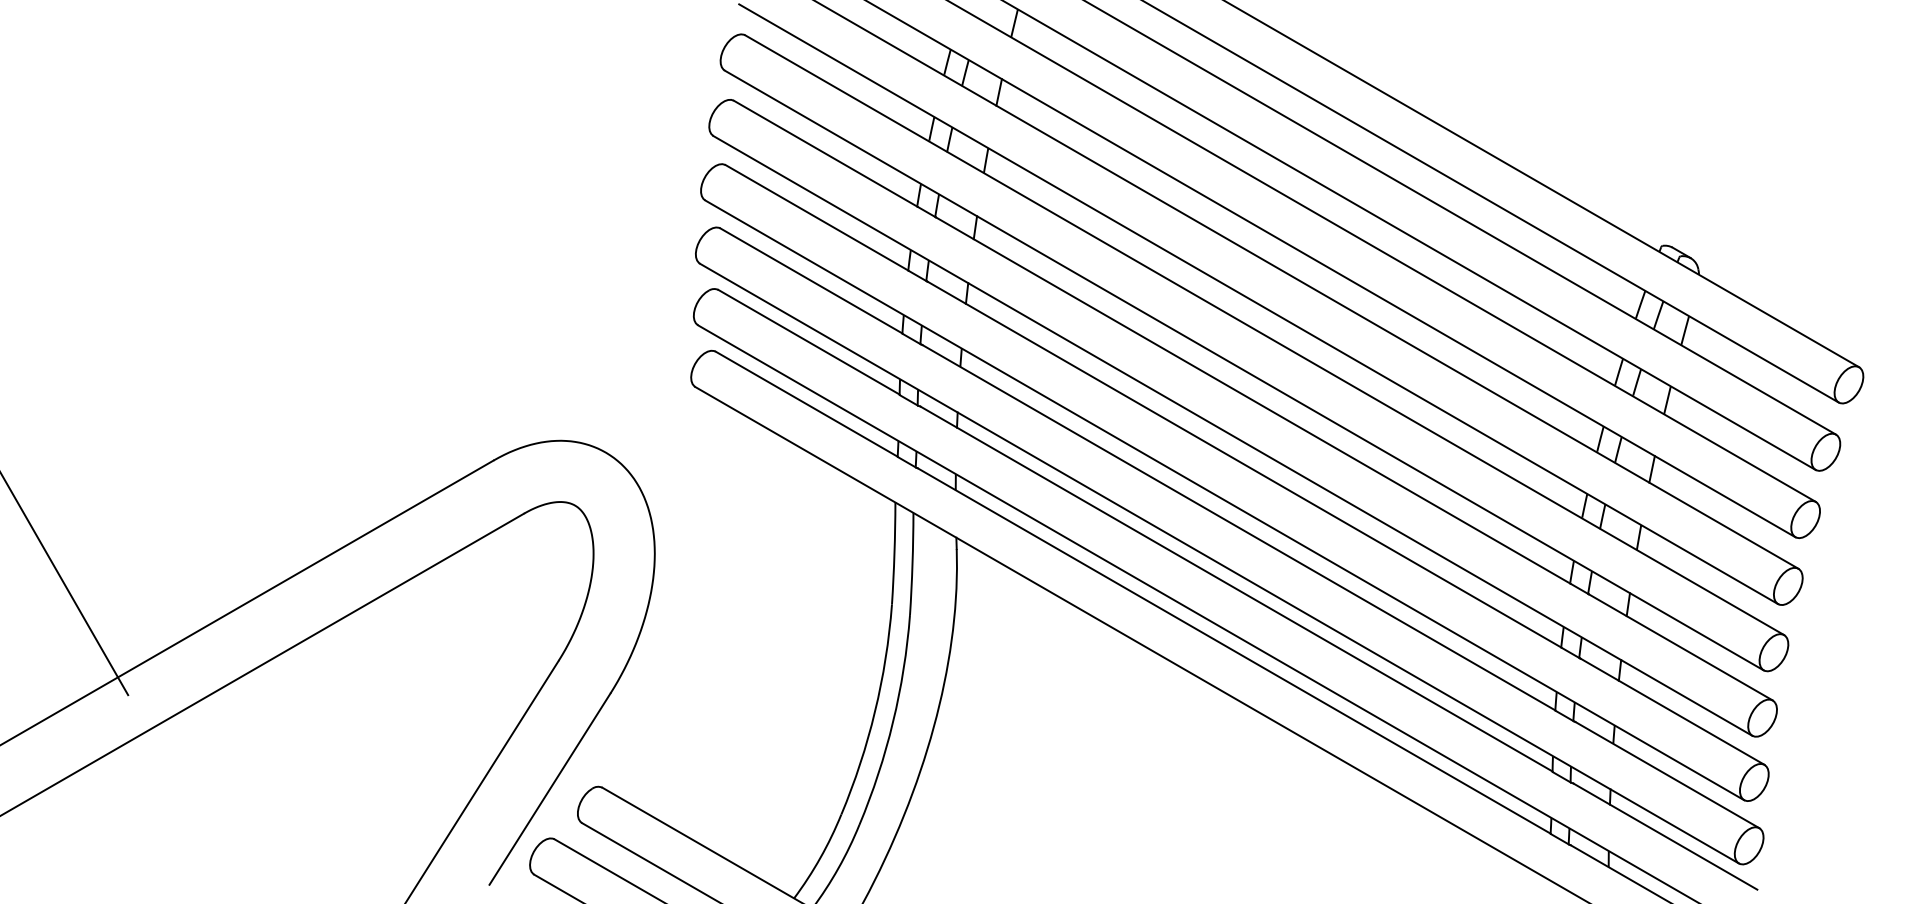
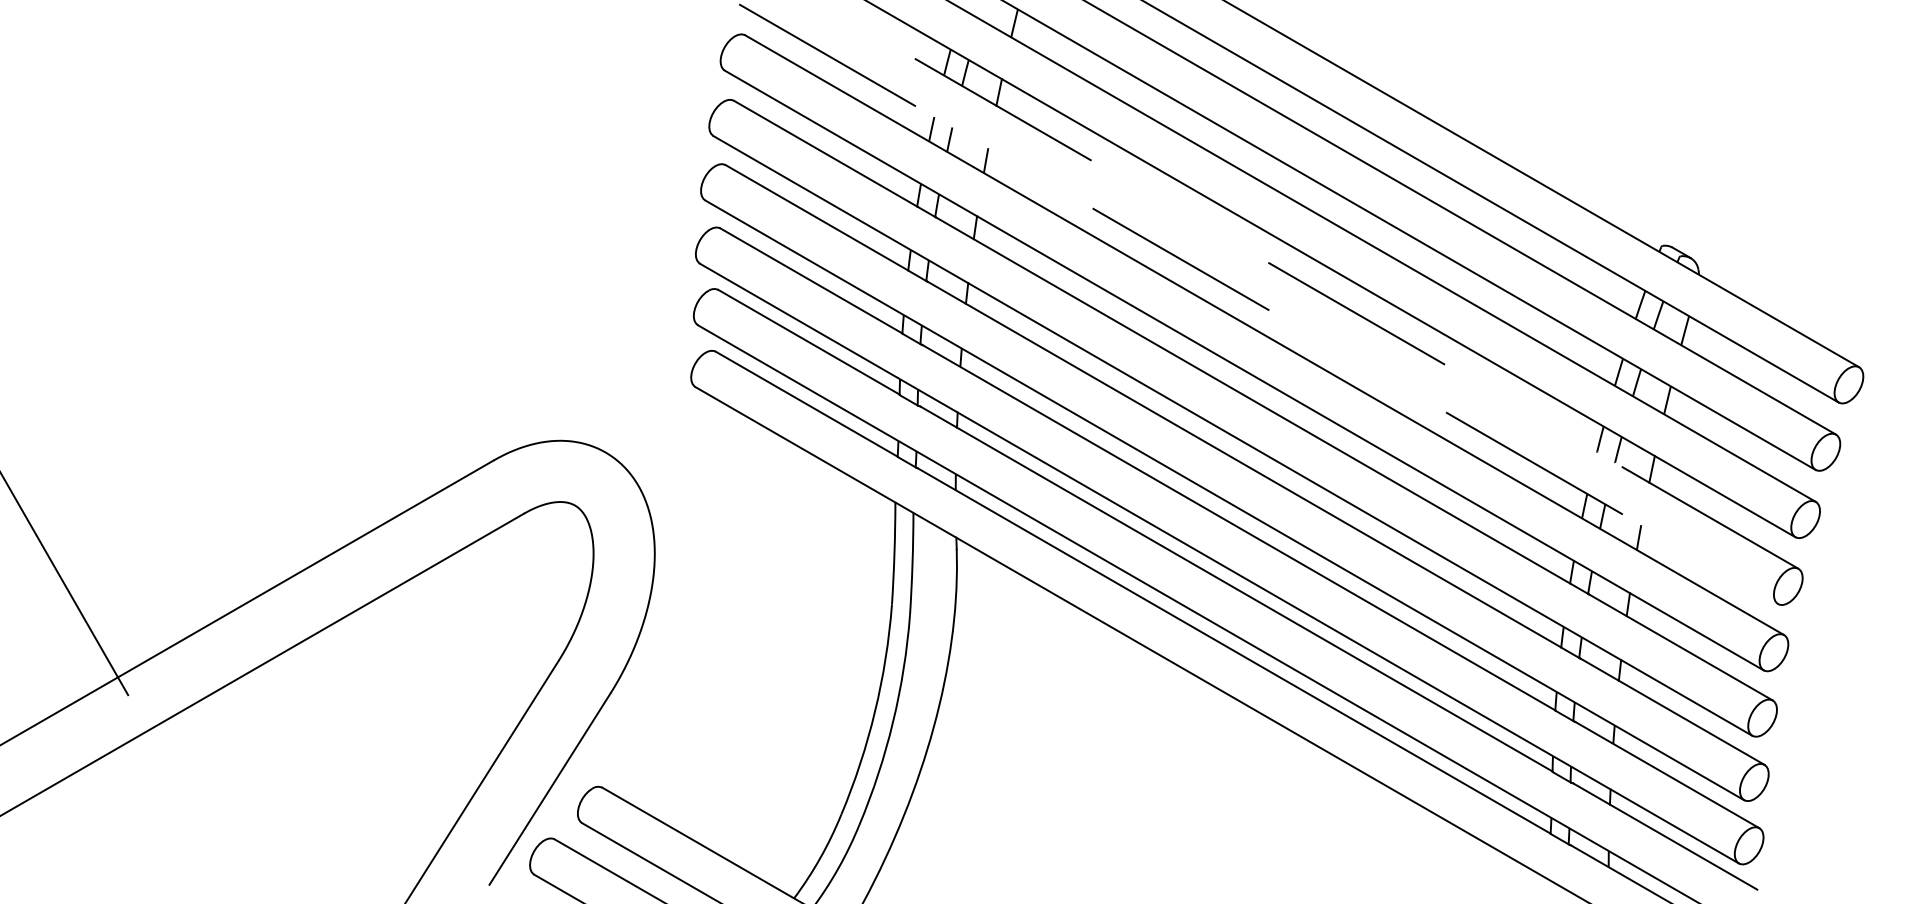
line at (1305, 284): solid -> dashed
line at (1258, 304): solid -> dashed
